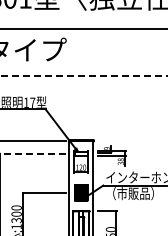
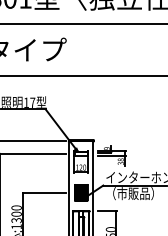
line at (83, 29) position: (83, 29) -> (83, 24)
line at (84, 76): dashed -> solid
line at (32, 153): dashed -> solid
